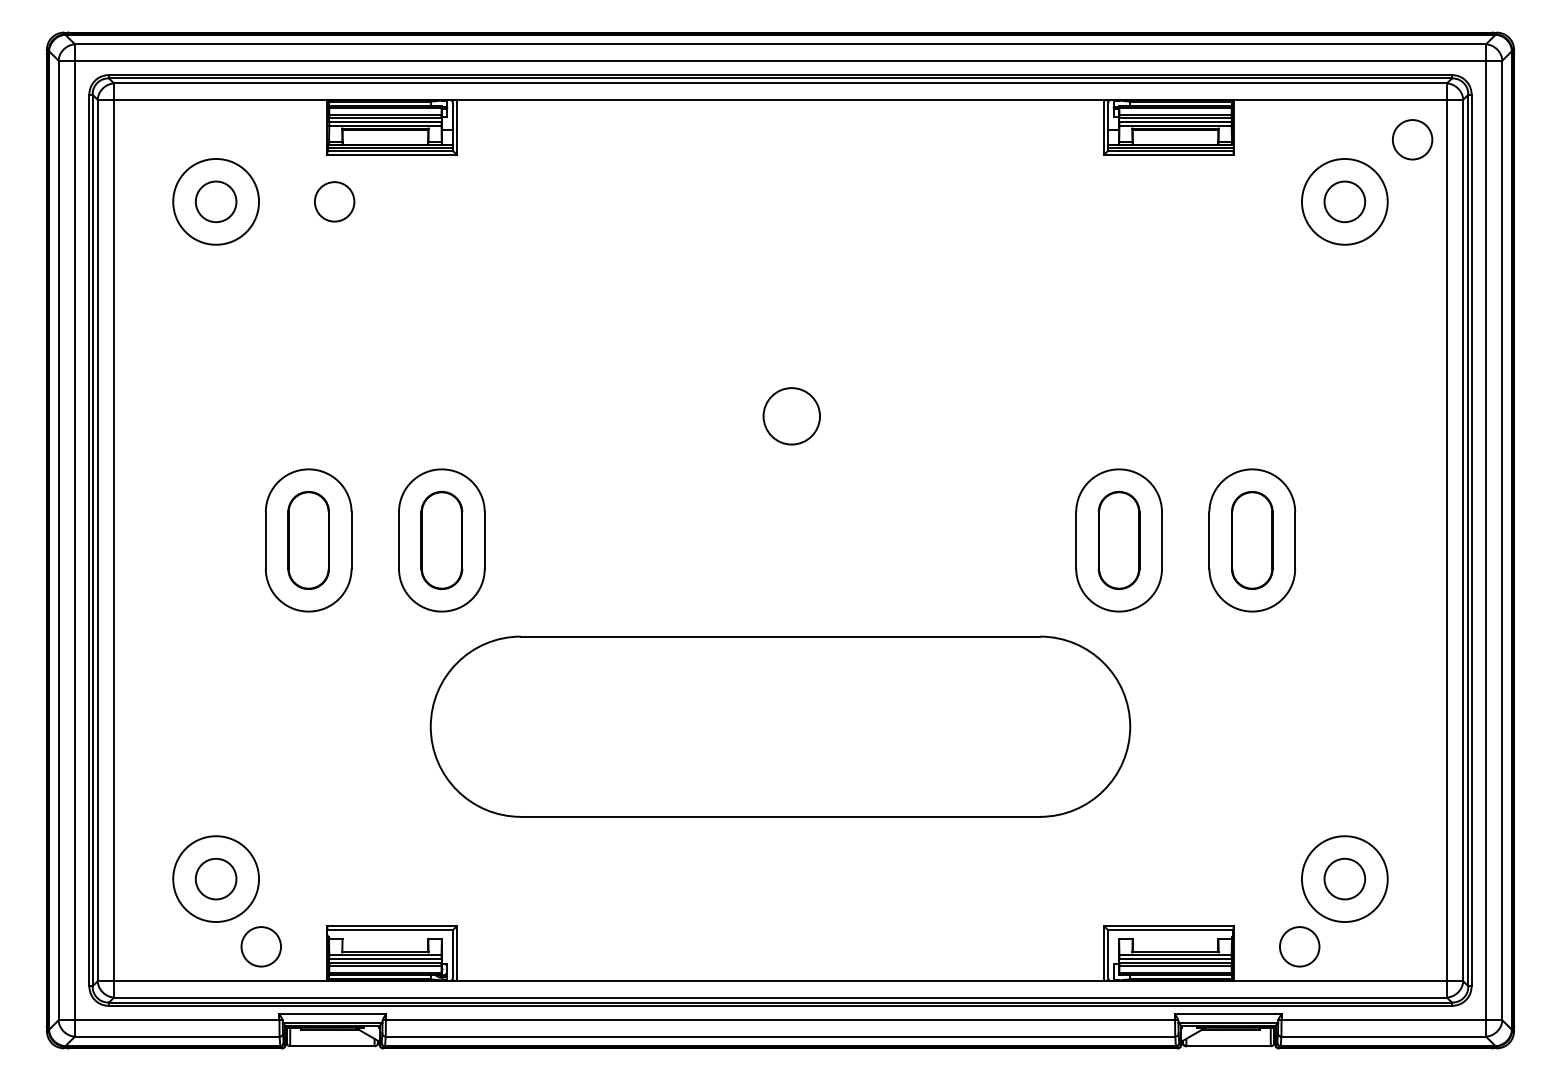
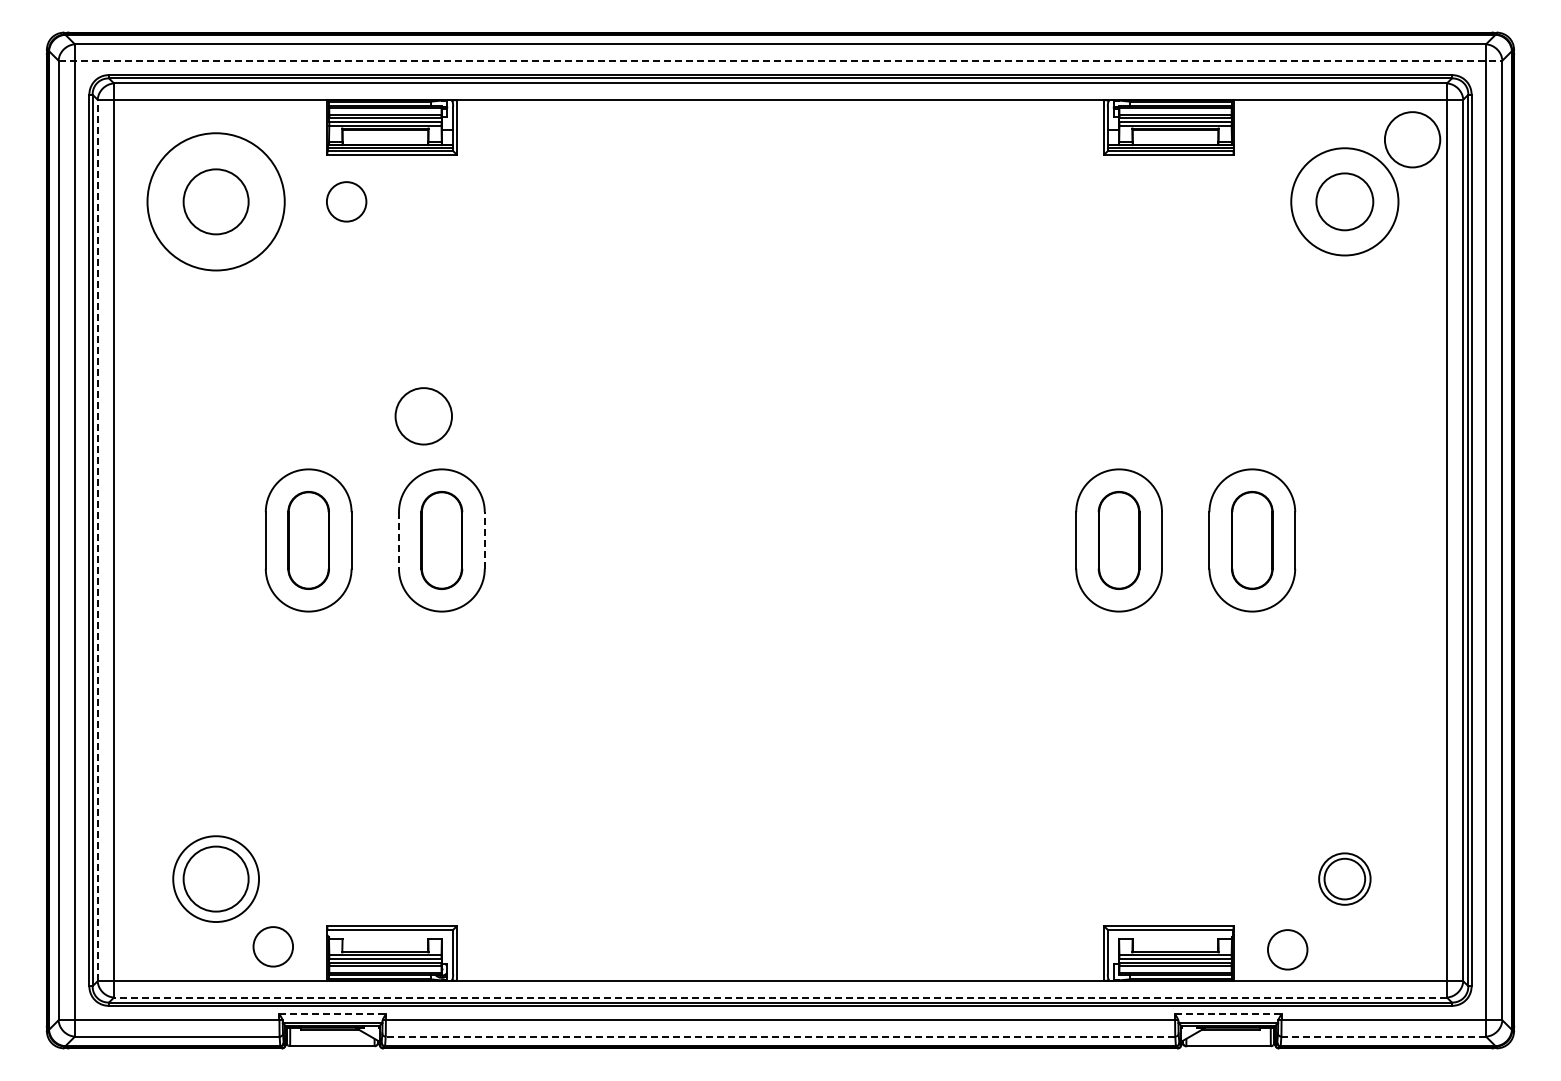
line at (780, 60): solid -> dashed
circle at (1412, 139) diameter: 40 px -> 55 px
circle at (215, 201) diameter: 41 px -> 65 px
circle at (216, 201) diameter: 86 px -> 137 px
circle at (334, 201) position: (334, 201) -> (346, 201)
circle at (1344, 201) diameter: 41 px -> 57 px
circle at (1344, 201) diameter: 86 px -> 107 px
circle at (791, 416) position: (791, 416) -> (423, 416)
line at (97, 540): solid -> dashed
line at (398, 540): solid -> dashed
line at (484, 540): solid -> dashed
part at (780, 726): present -> none
circle at (215, 878) diameter: 41 px -> 65 px
circle at (1344, 879) diameter: 86 px -> 51 px
circle at (260, 946) position: (260, 946) -> (272, 946)
circle at (1299, 946) position: (1299, 946) -> (1287, 949)
line at (780, 997): solid -> dashed
line at (333, 1014): solid -> dashed
line at (1228, 1014): solid -> dashed
line at (780, 1036): solid -> dashed
line at (1383, 1036): solid -> dashed
